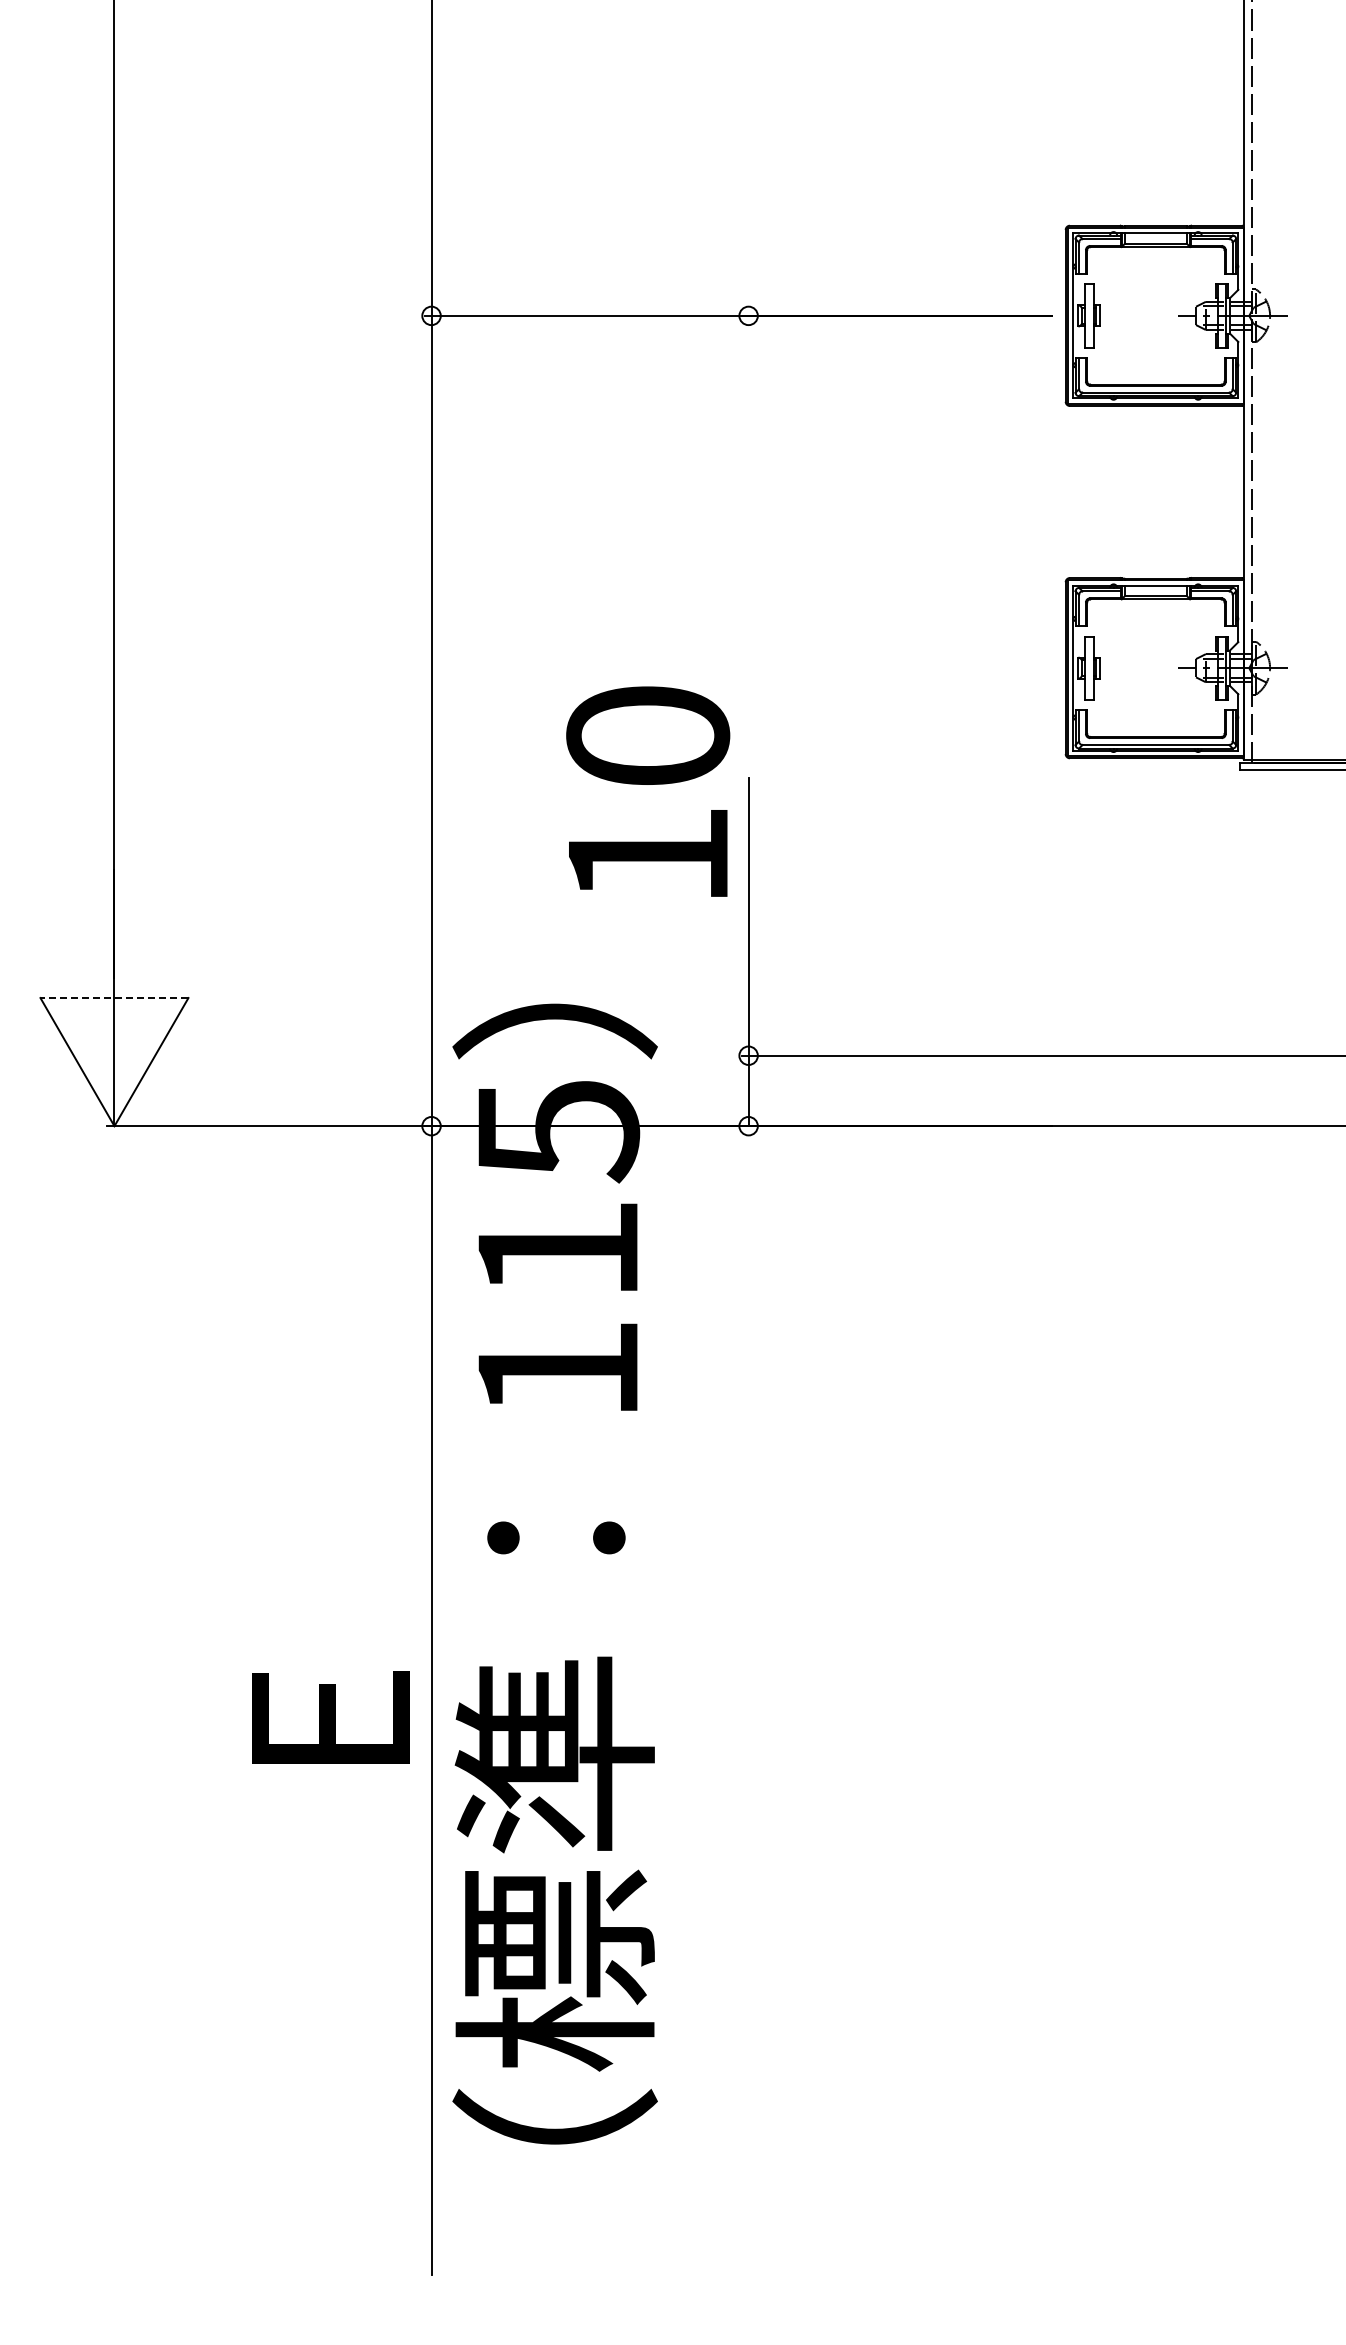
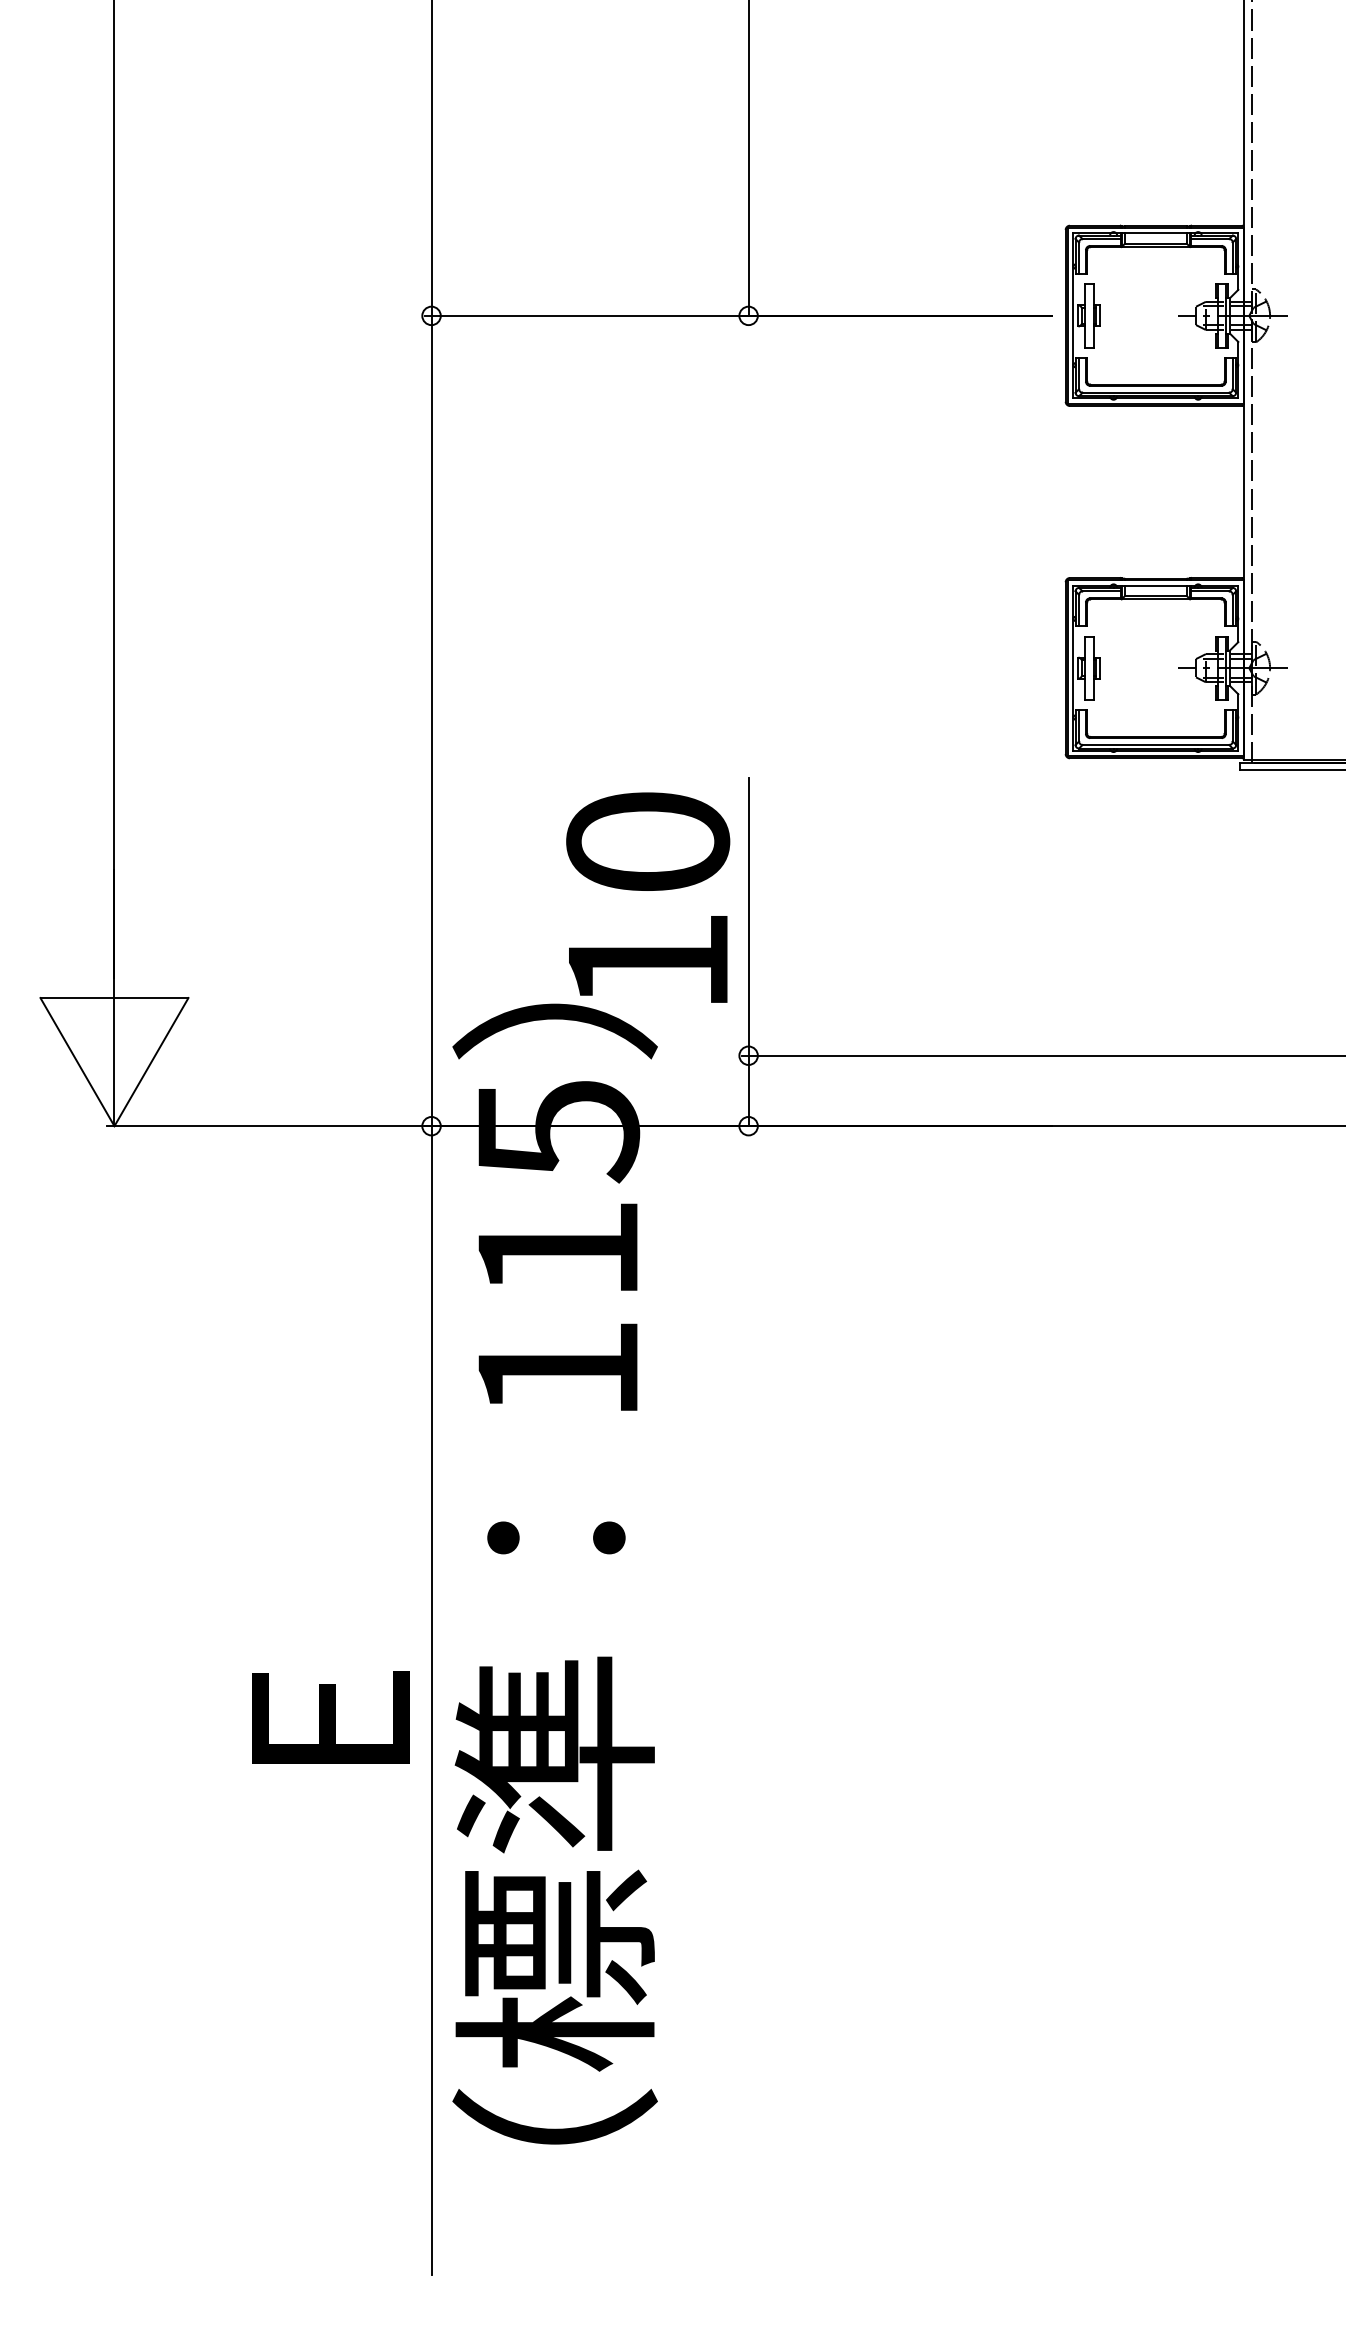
line at (748, 158): none -> present
text at (648, 791) position: (648, 791) -> (648, 897)
line at (114, 998): dashed -> solid
